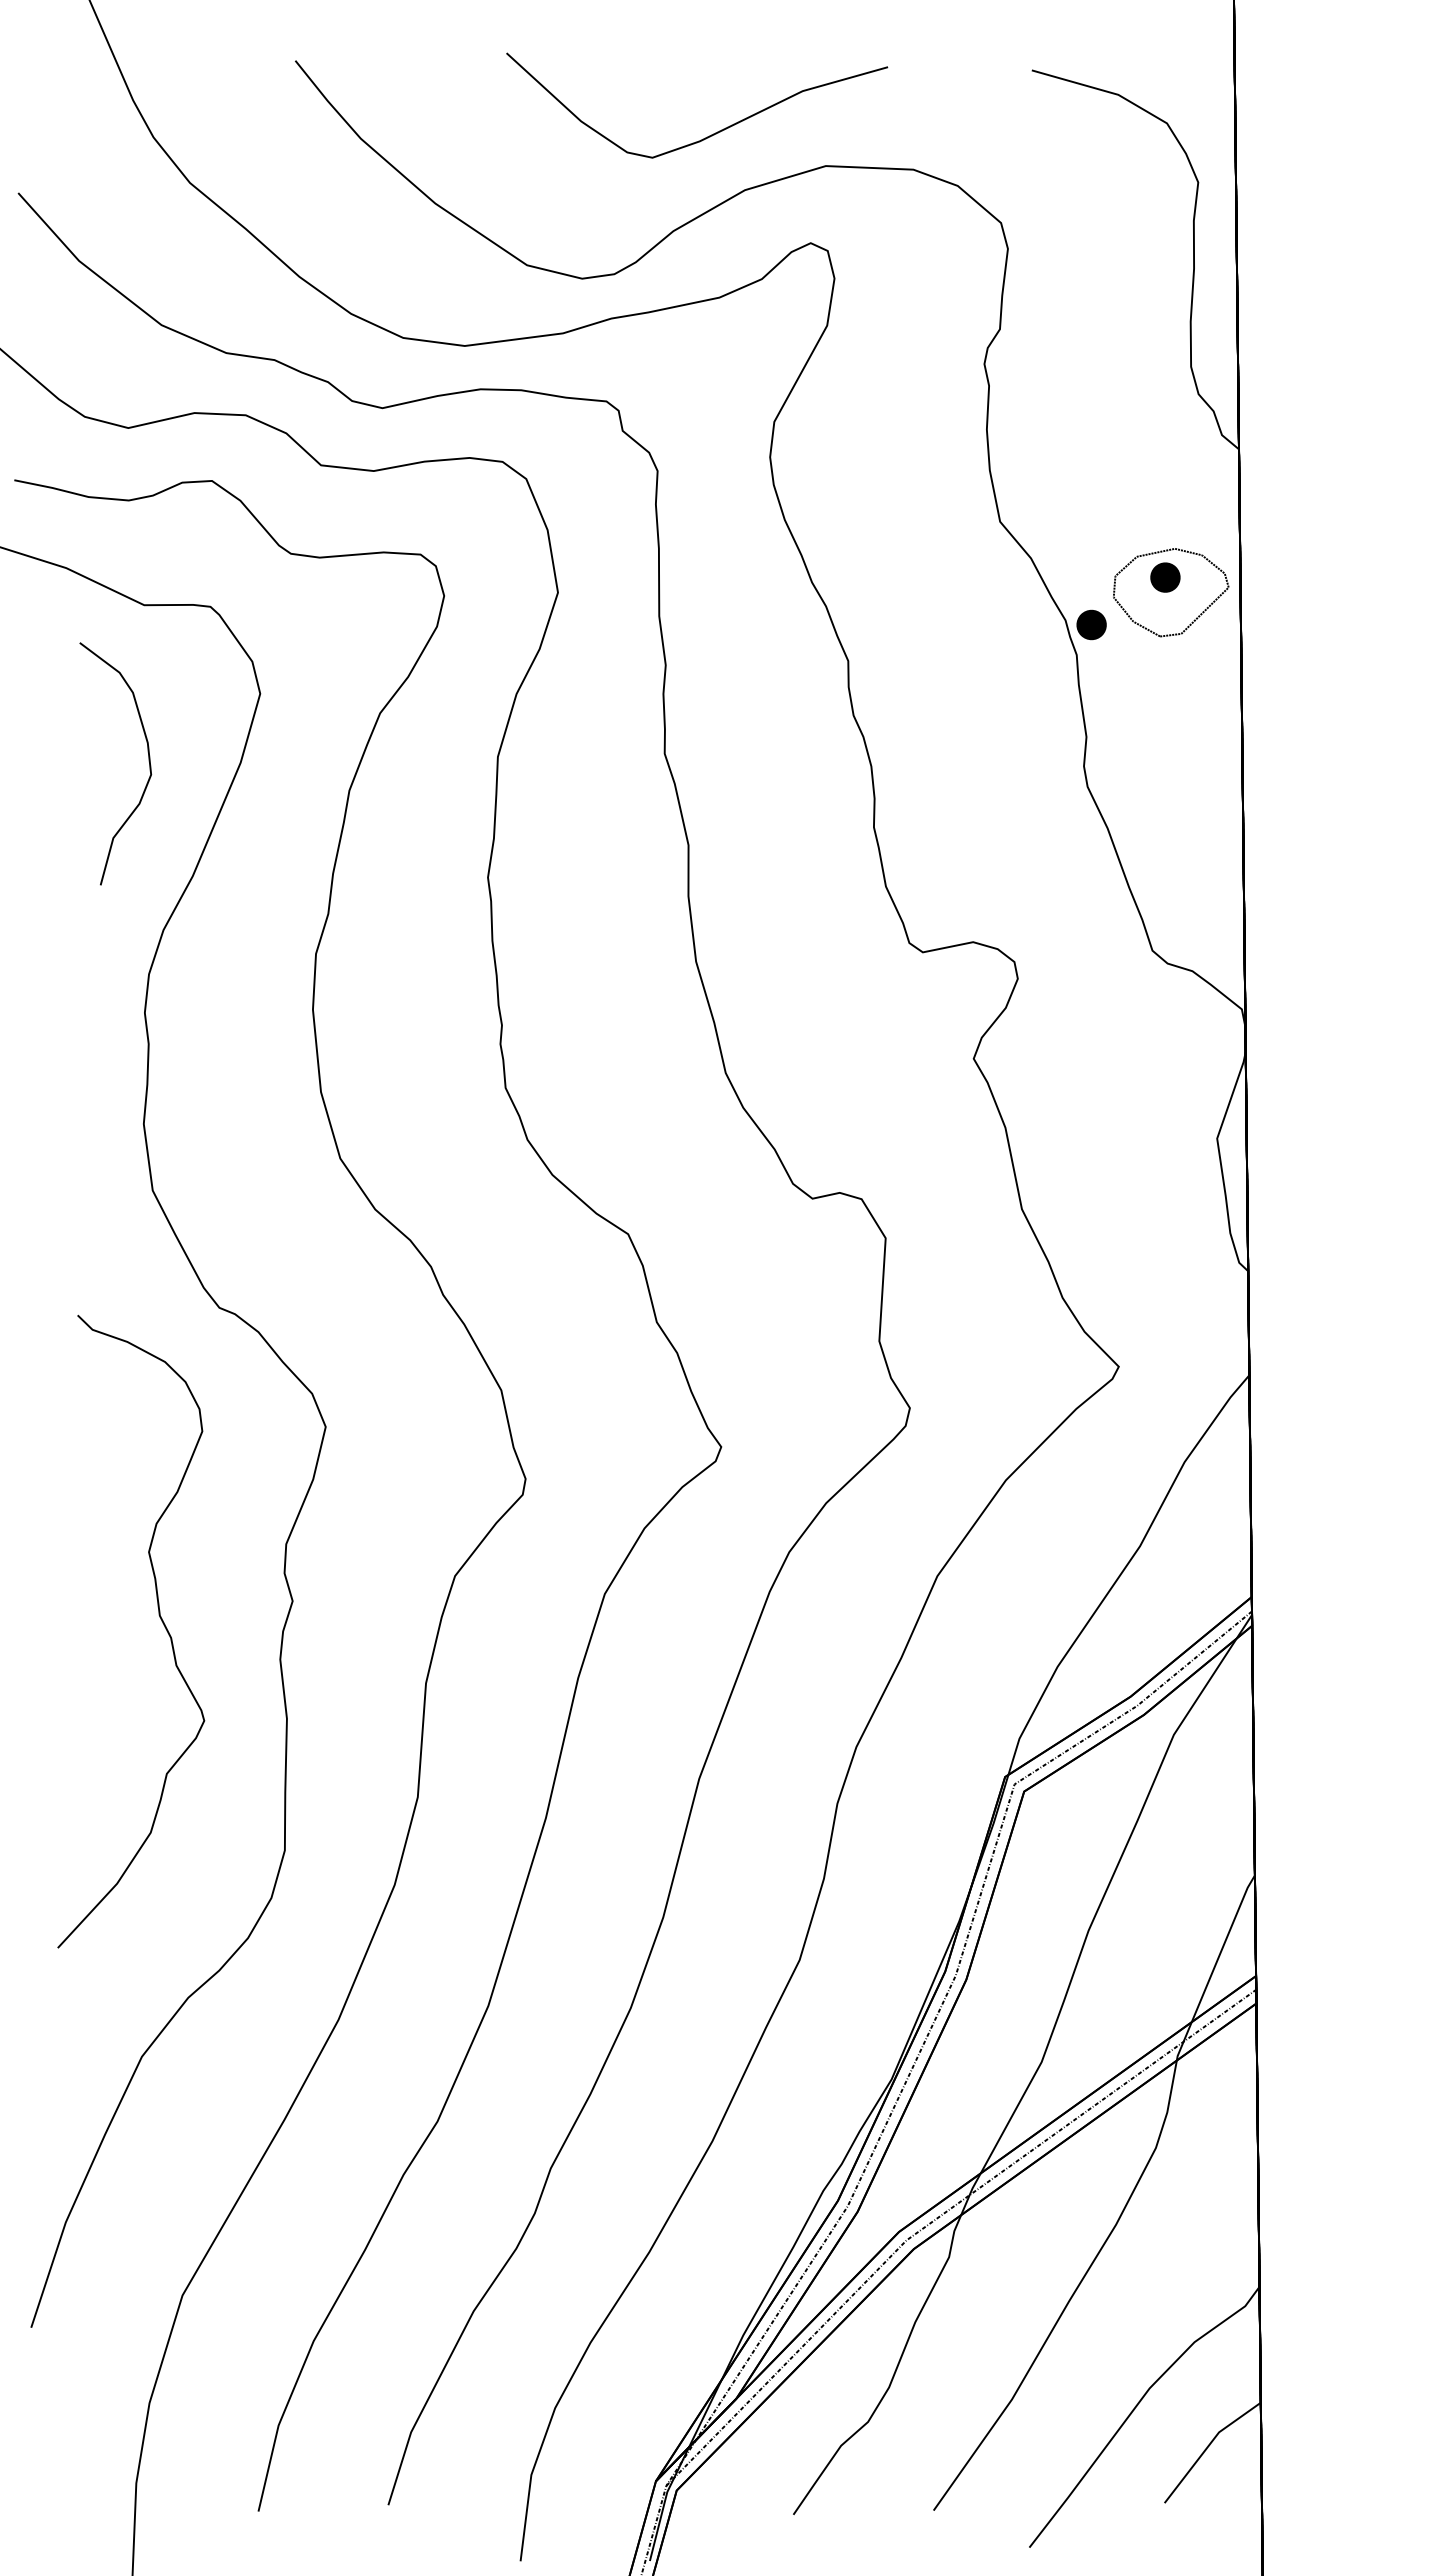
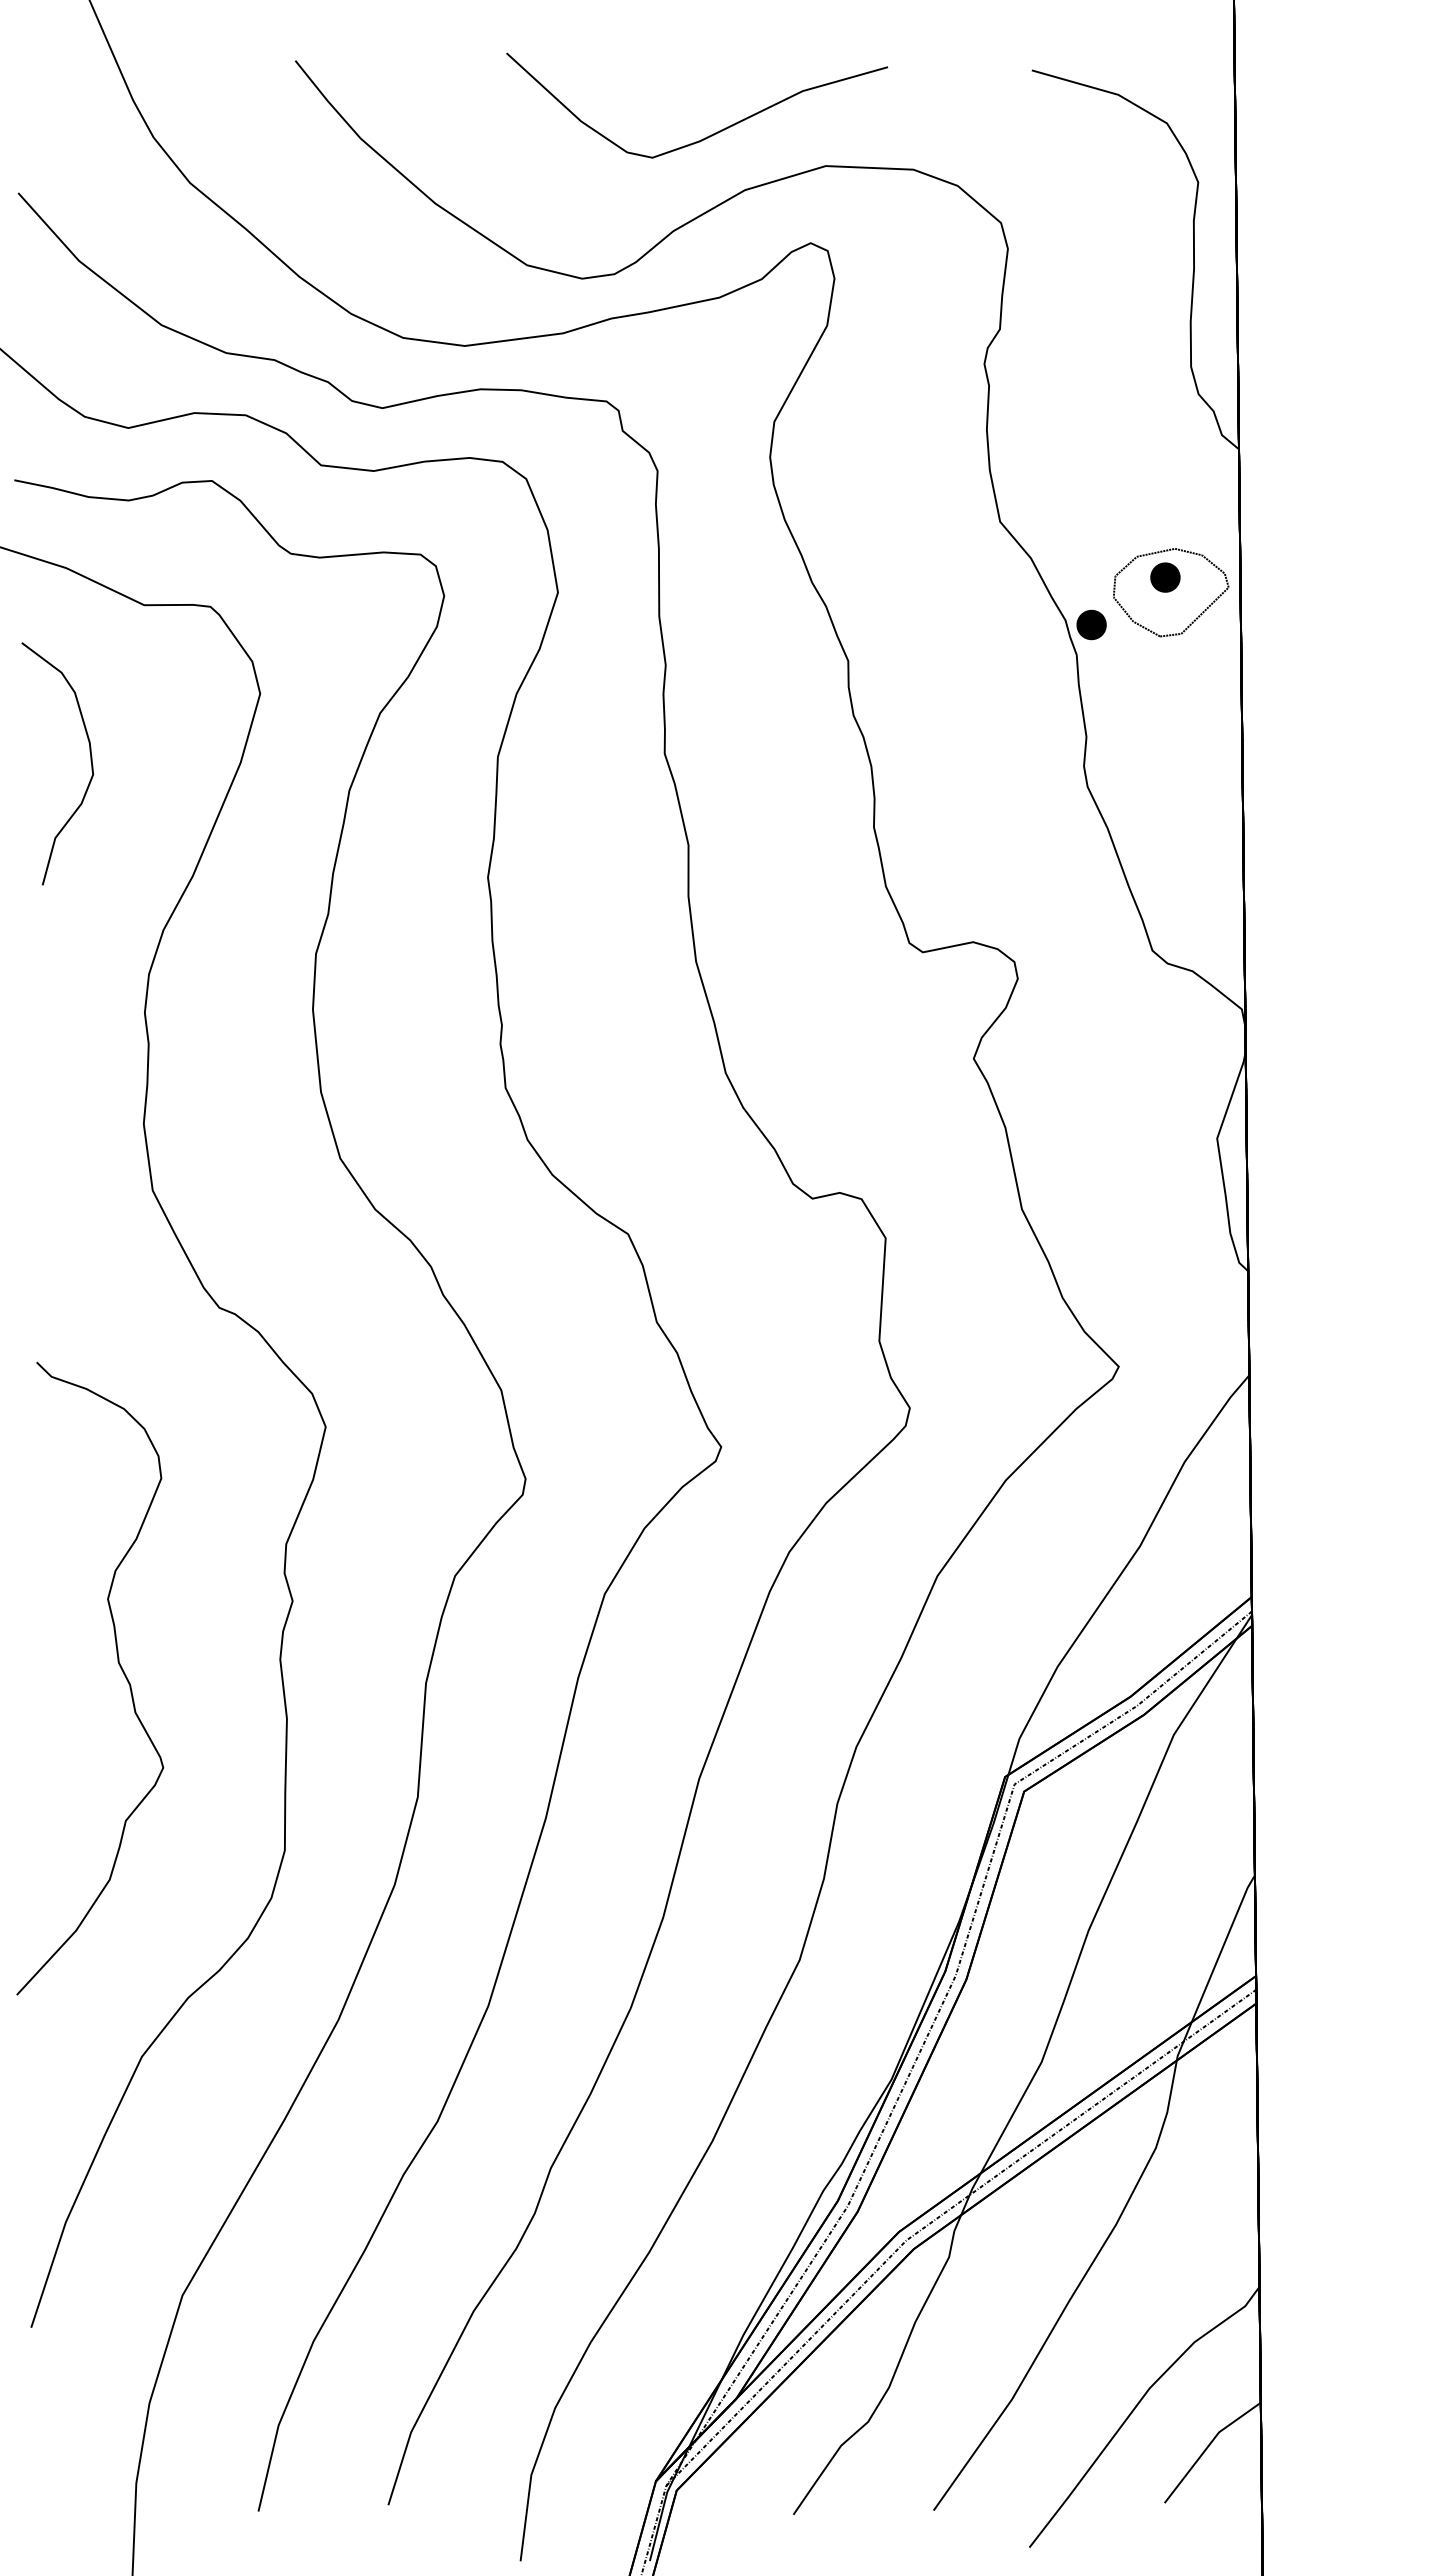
curve at (148, 761) position: (148, 761) -> (90, 761)
curve at (159, 1617) position: (159, 1617) -> (118, 1664)
